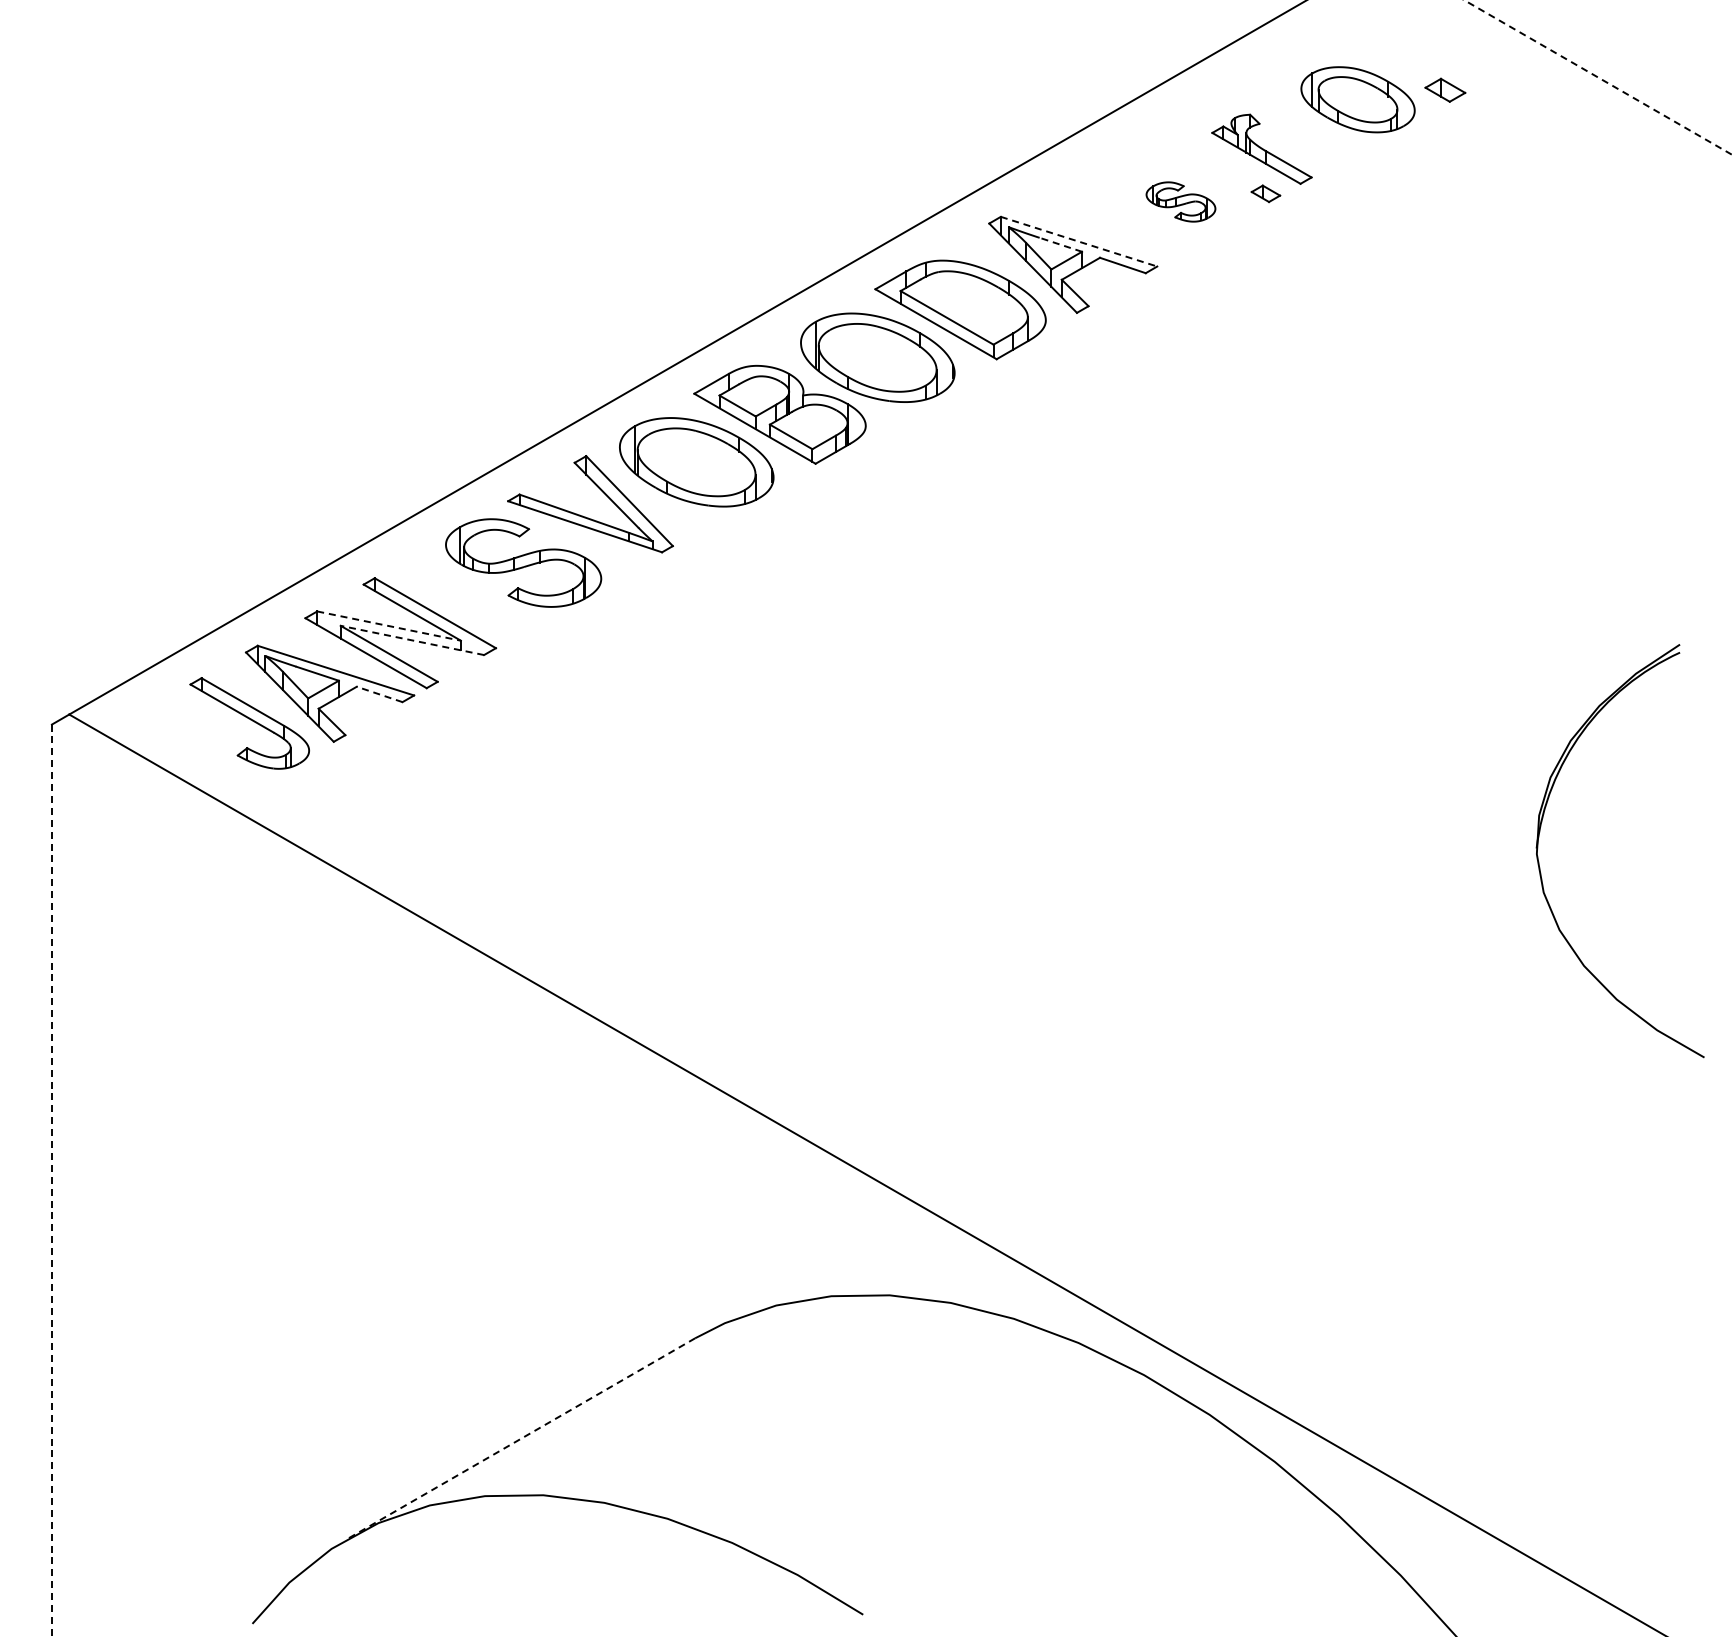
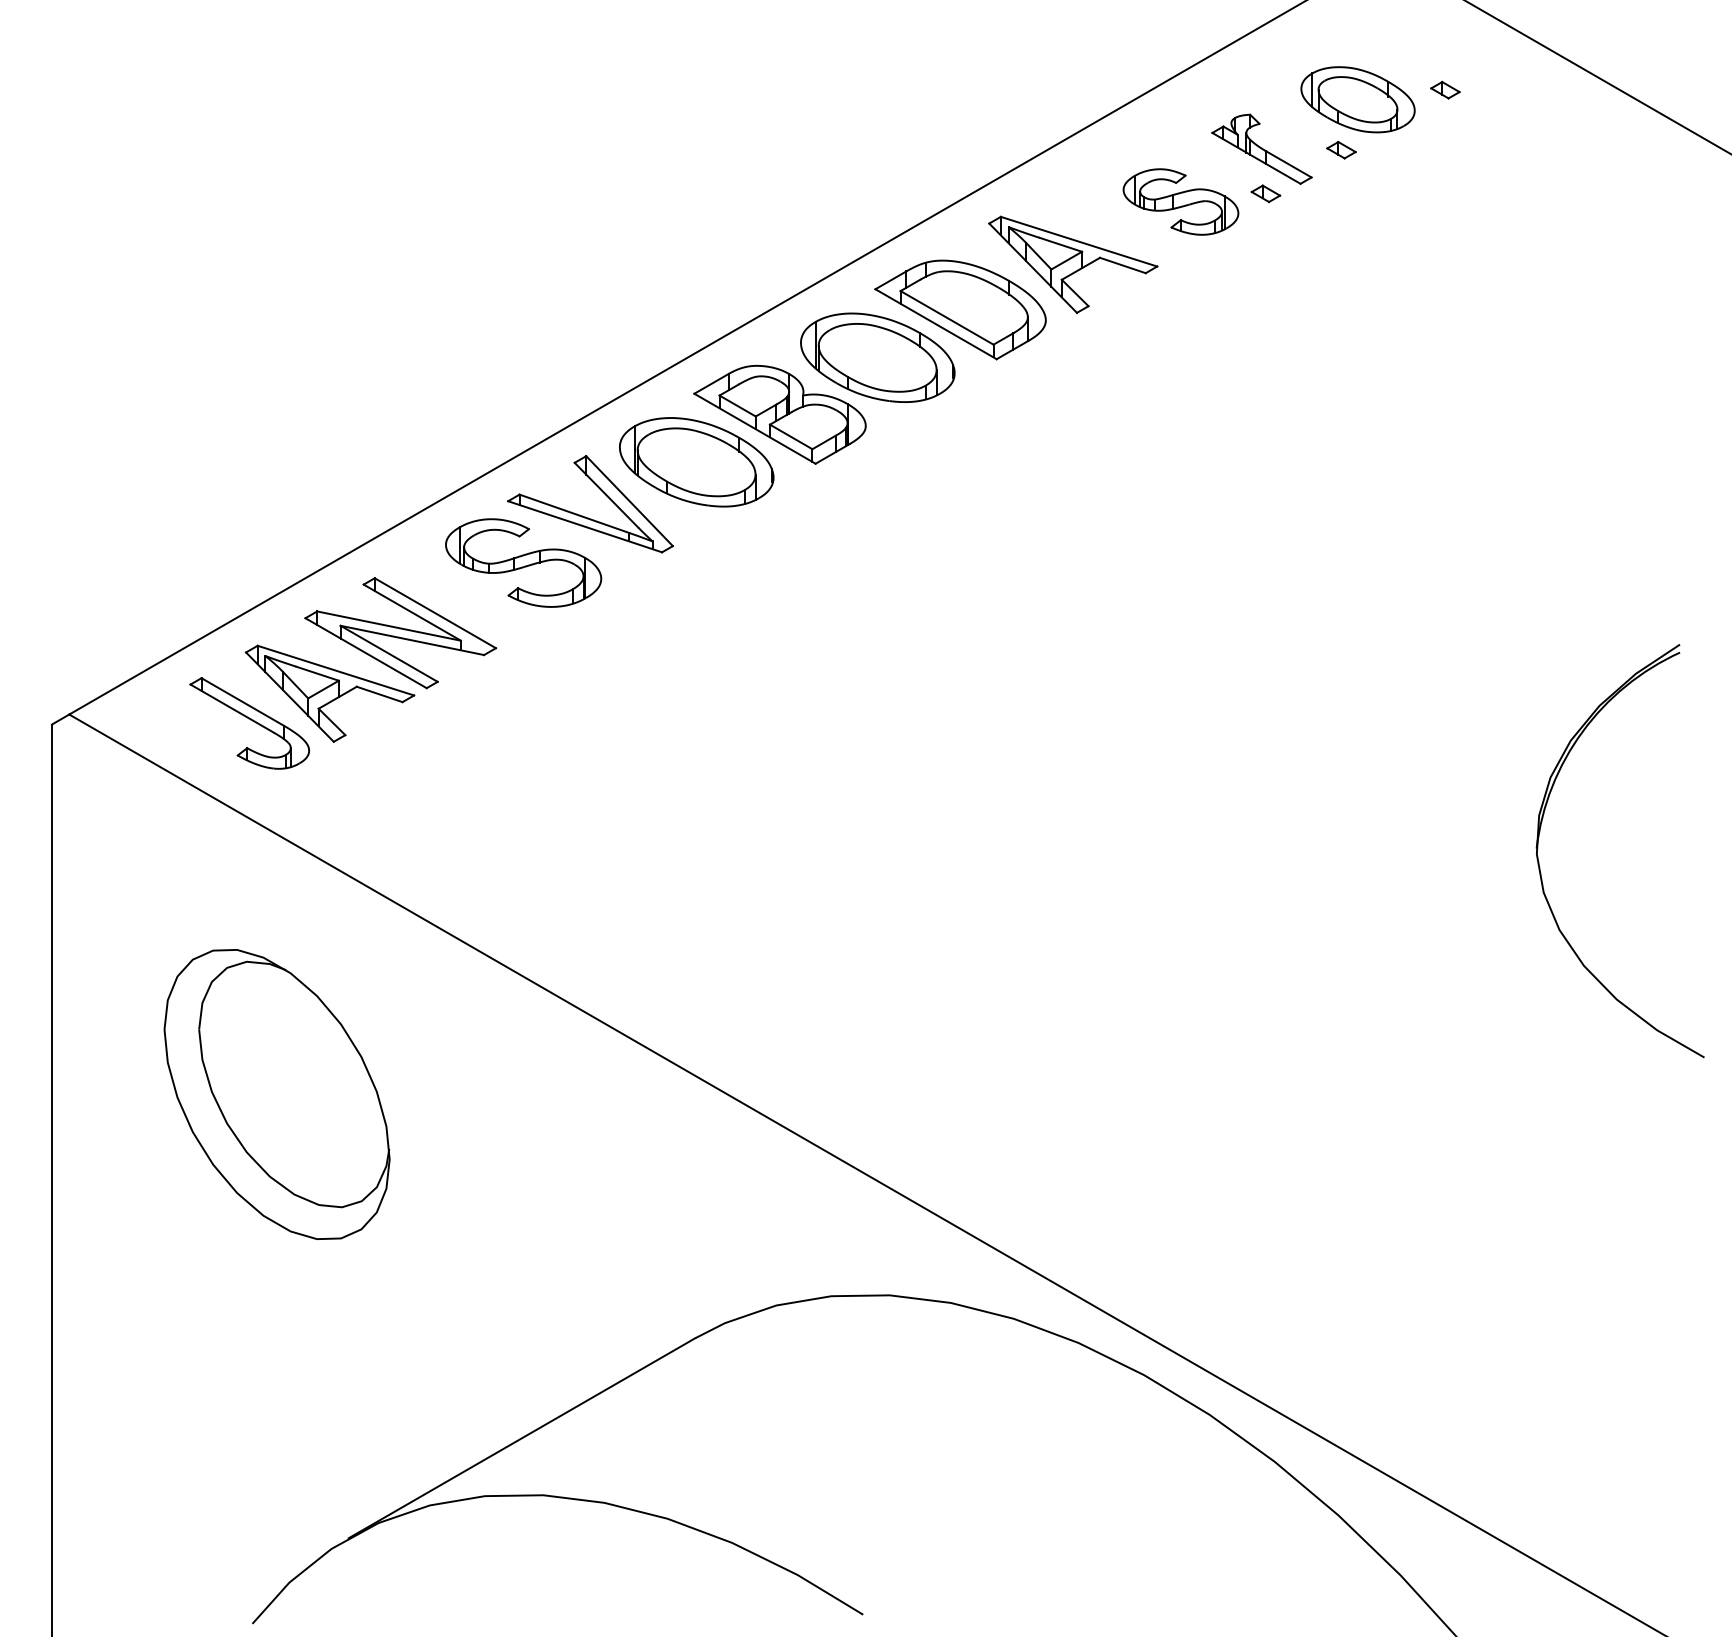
line at (1597, 77): dashed -> solid
part at (1445, 89) size: 43x26 px -> 31x20 px
part at (1341, 149): none -> present
part at (1180, 201) size: 72x42 px -> 118x68 px
line at (1079, 241): dashed -> solid
line at (1060, 244): dashed -> solid
line at (389, 626): dashed -> solid
line at (411, 640): dashed -> solid
line at (379, 694): dashed -> solid
part at (276, 1094): none -> present
line at (51, 1180): dashed -> solid
line at (521, 1438): dashed -> solid
